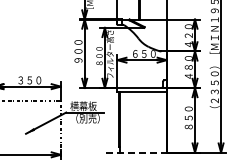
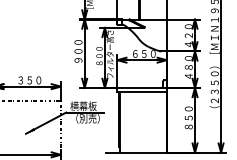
line at (137, 152): dashed -> solid
